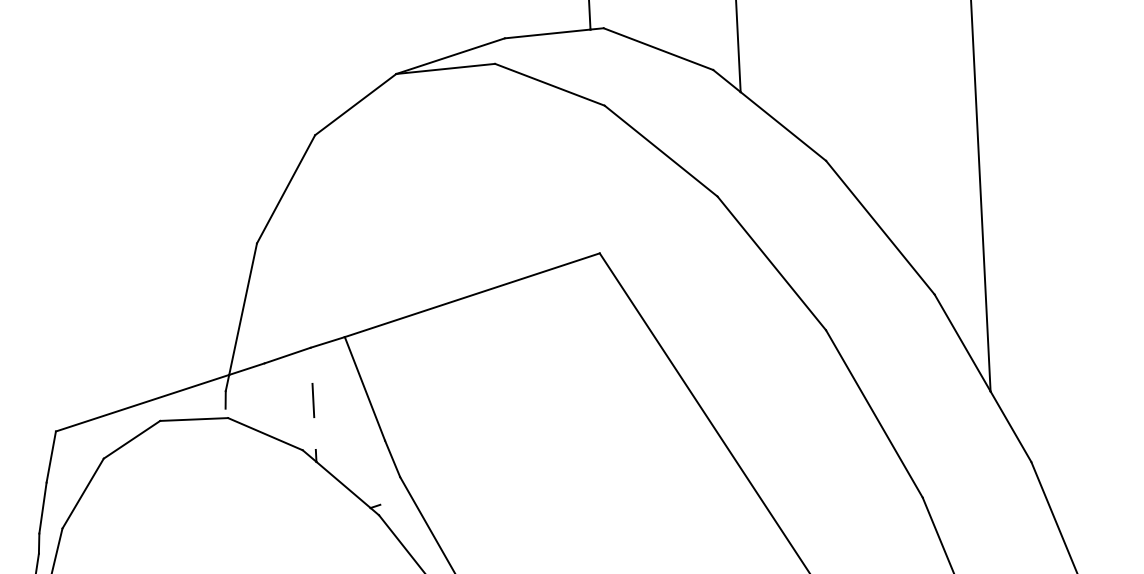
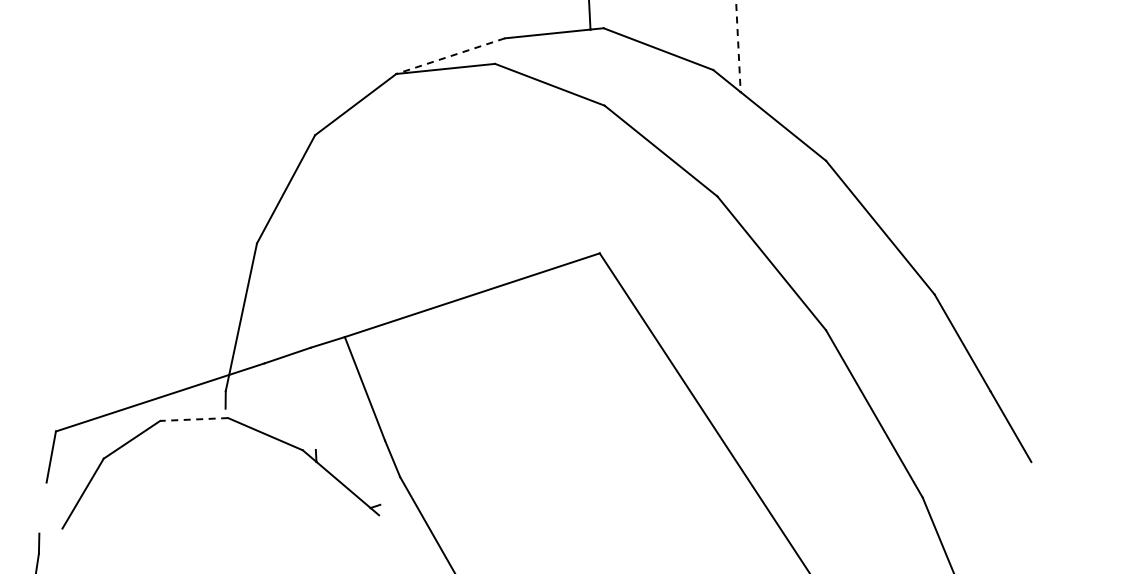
line at (738, 46): solid -> dashed
line at (450, 56): solid -> dashed
line at (980, 196): present -> none
line at (313, 400): present -> none
line at (194, 419): solid -> dashed
line at (42, 507): present -> none
line at (1053, 516): present -> none
line at (400, 542): present -> none
line at (57, 549): present -> none
